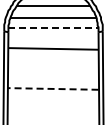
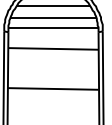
line at (53, 28): dashed -> solid
line at (52, 88): dashed -> solid
